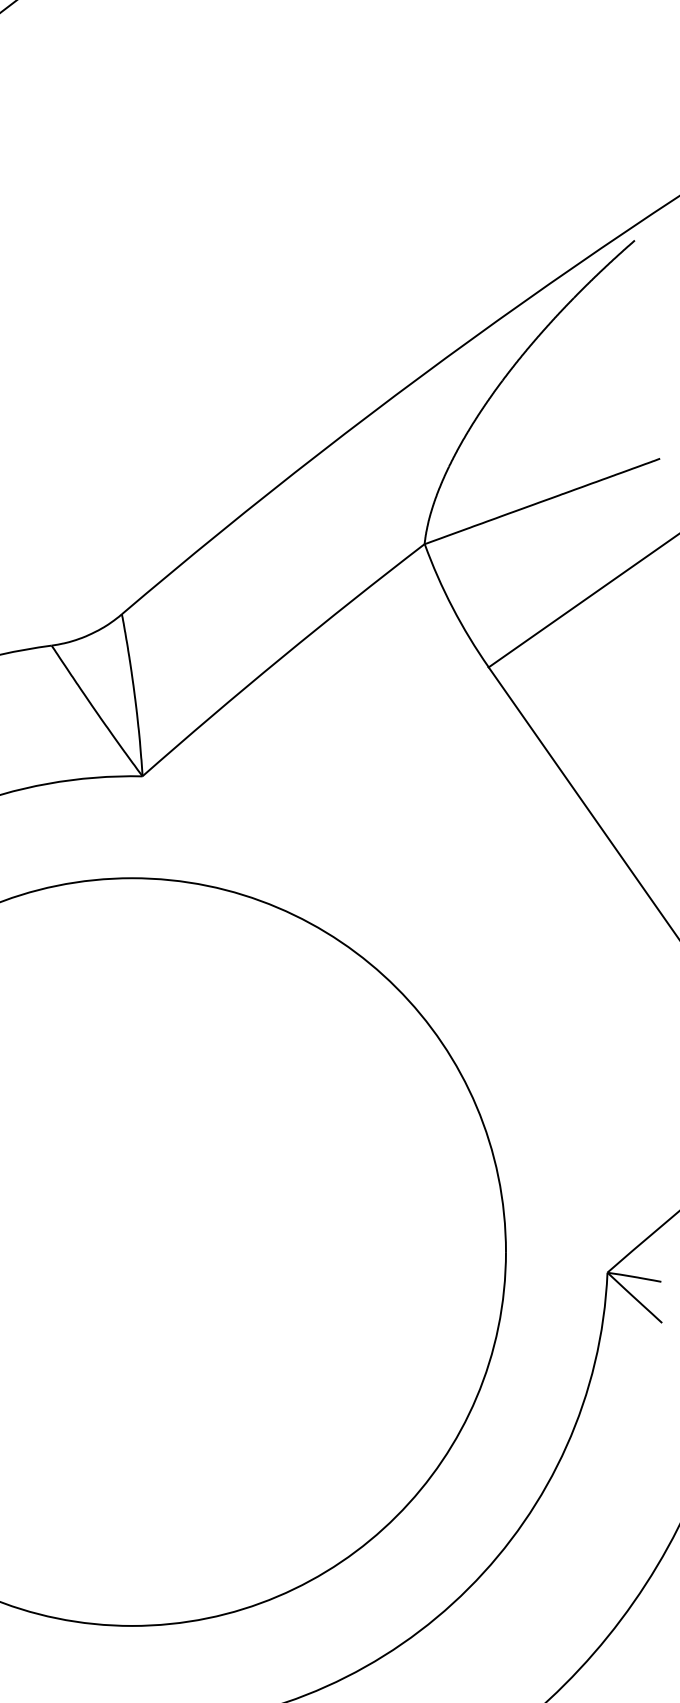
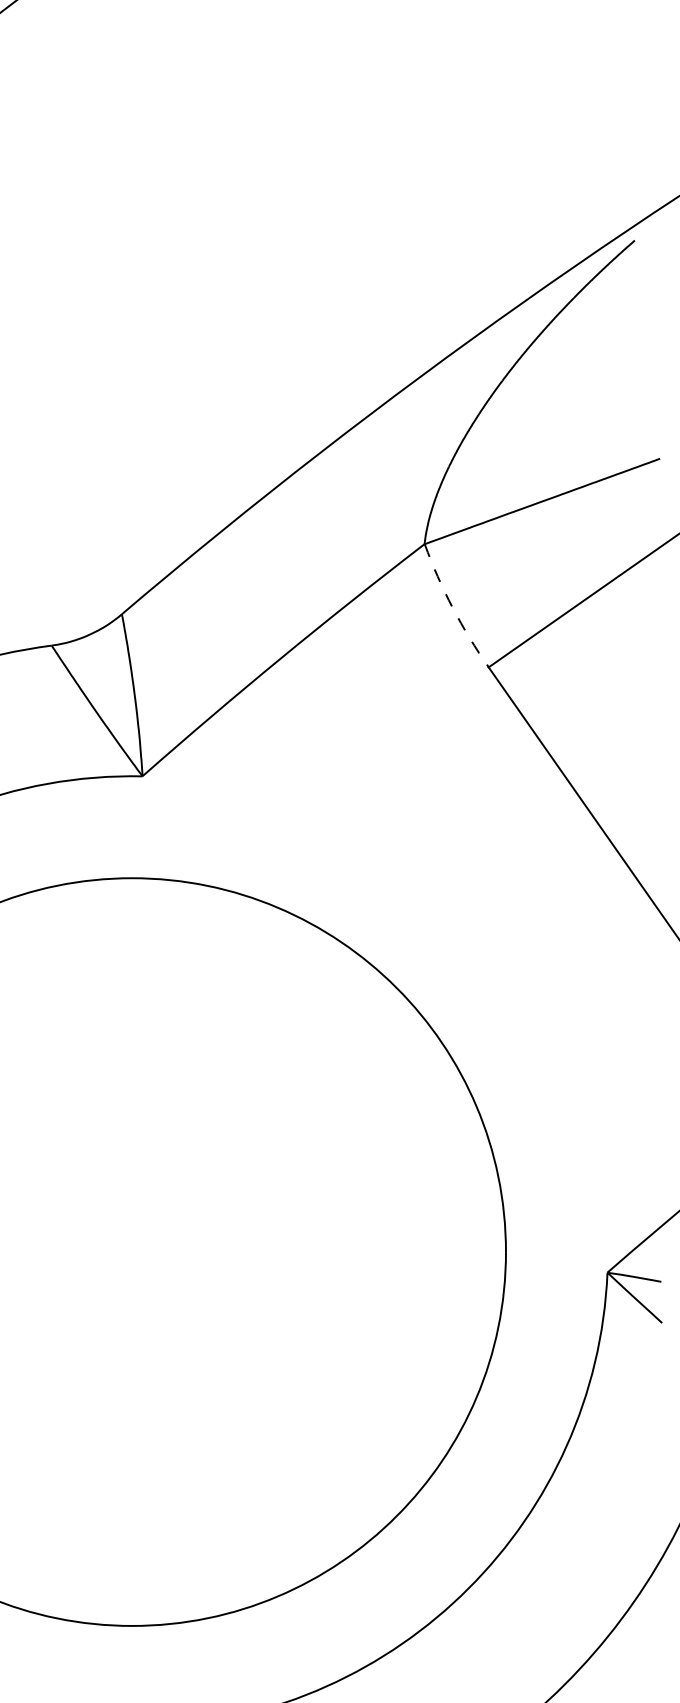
arc at (452, 607): solid -> dashed
